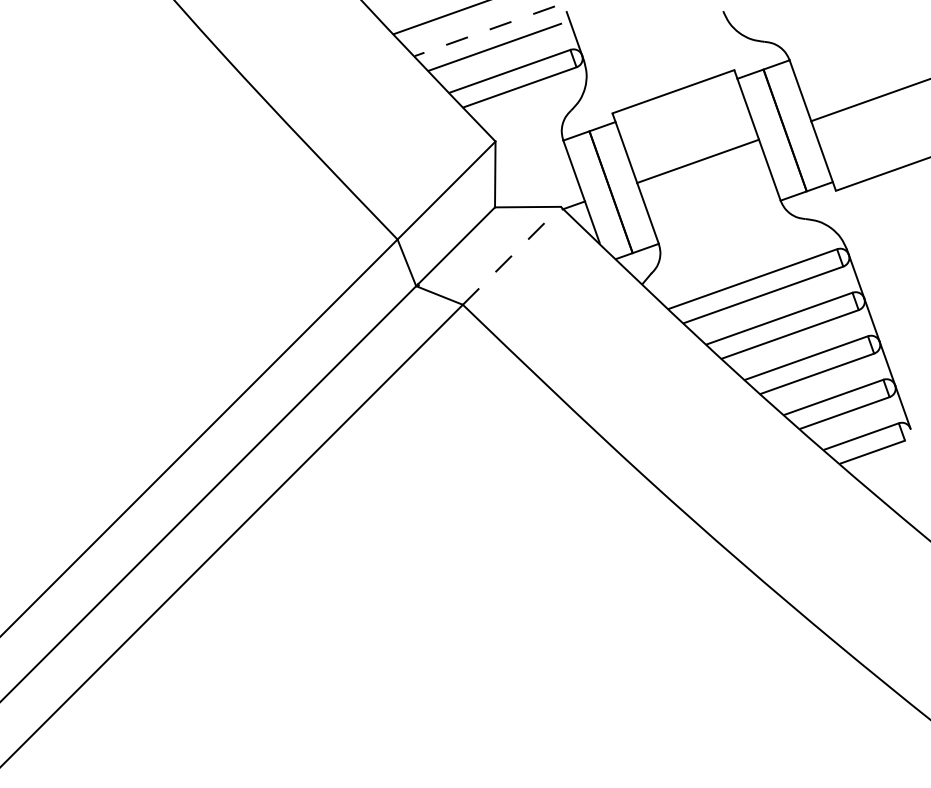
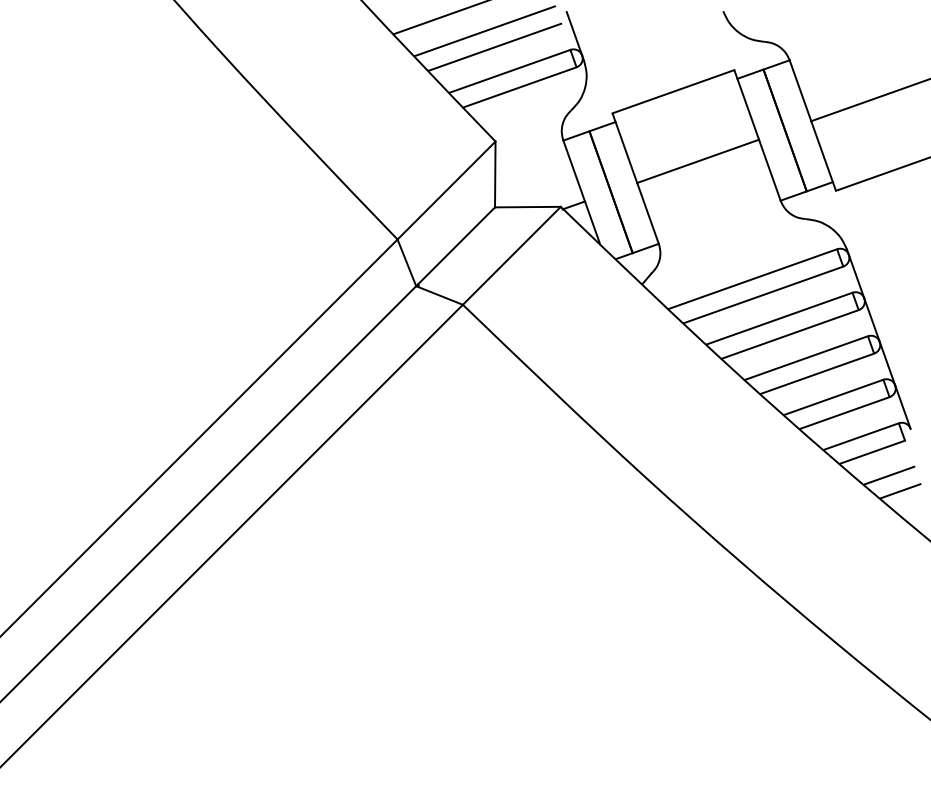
line at (484, 31): dashed -> solid
line at (512, 255): dashed -> solid
line at (889, 475): none -> present
line at (900, 491): none -> present
